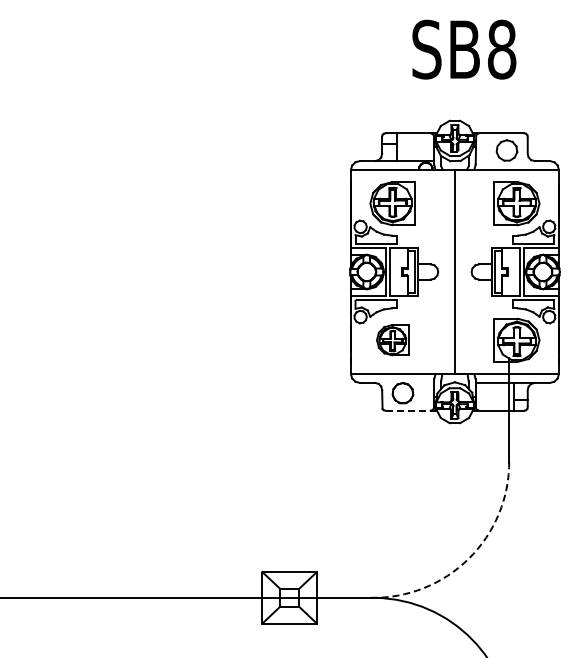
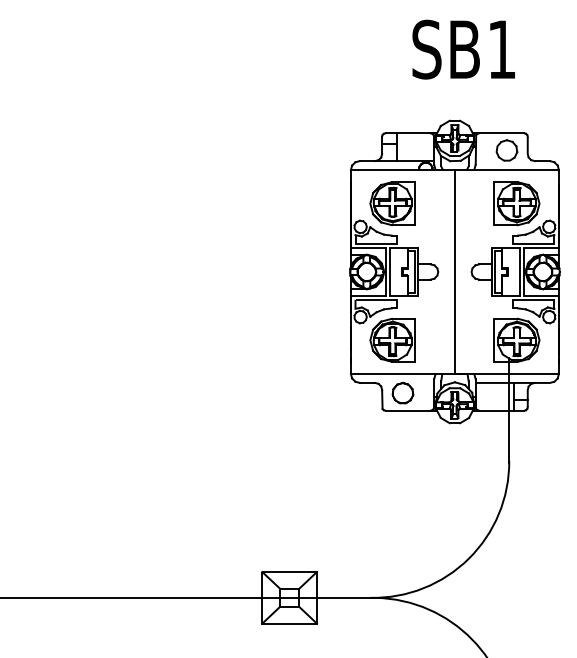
text at (501, 49): SB8 -> SB1
part at (392, 340) size: 34x33 px -> 47x46 px
line at (411, 410): dashed -> solid
arc at (468, 558): dashed -> solid
